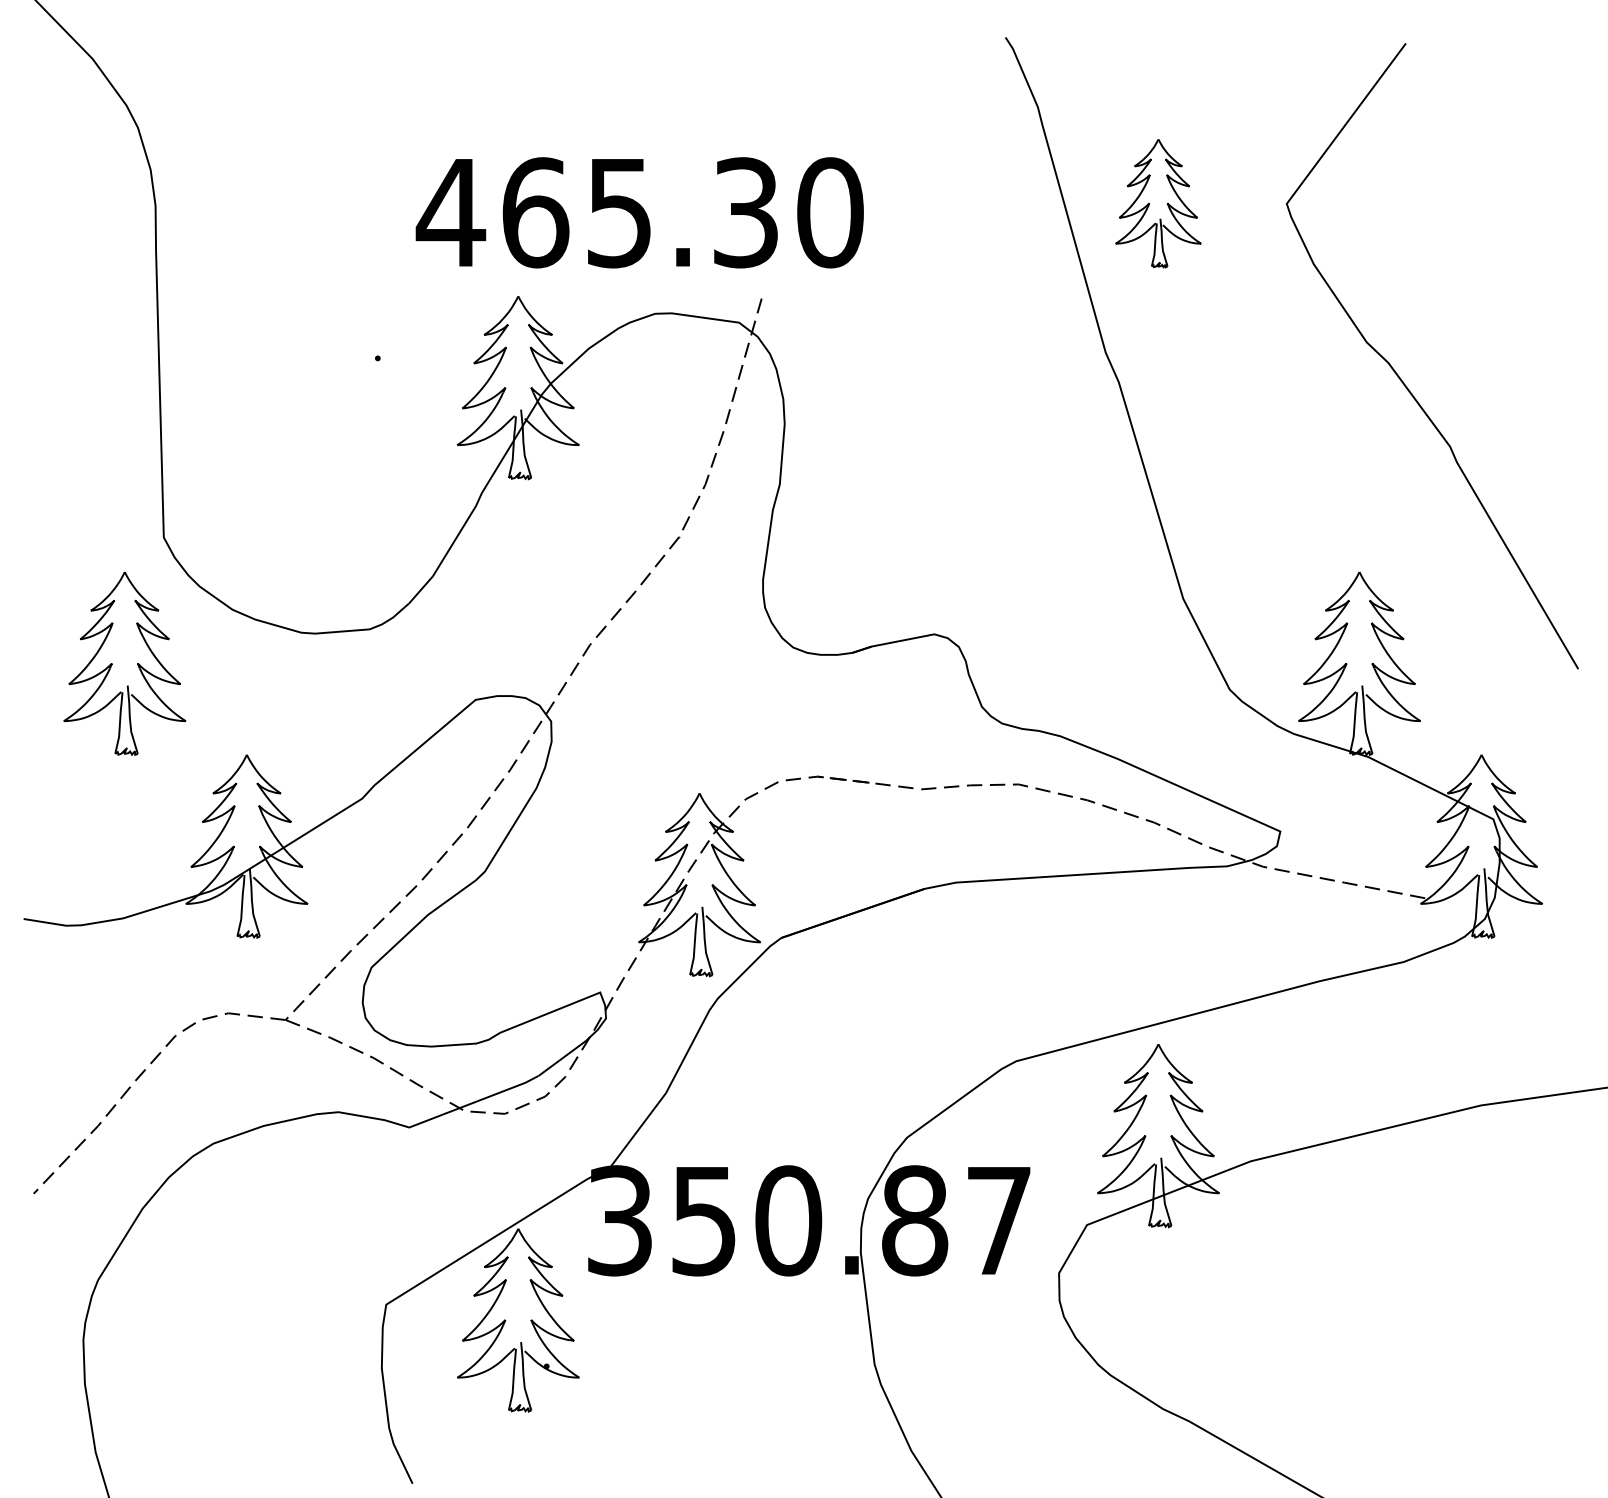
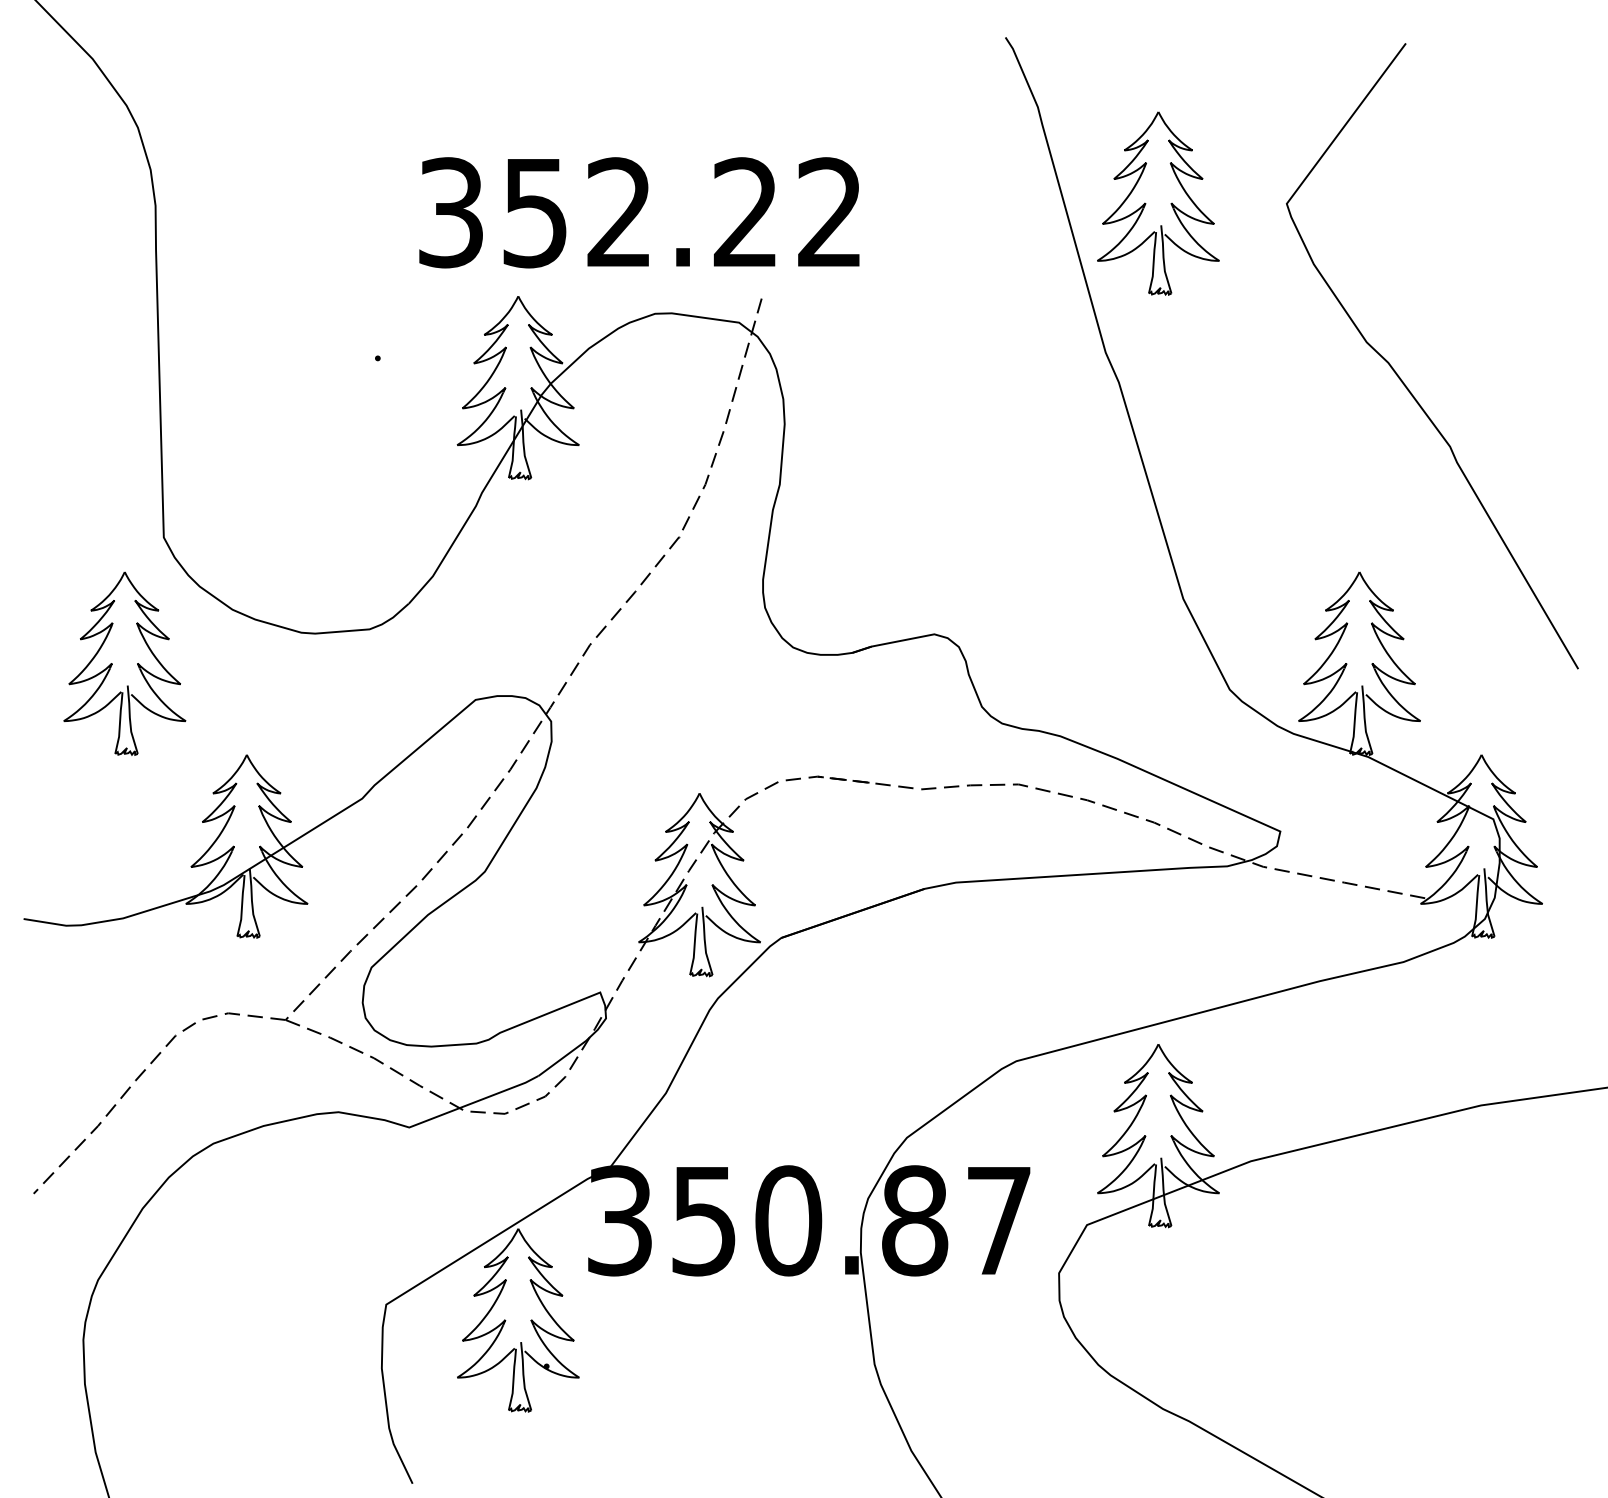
part at (1158, 203) size: 87x130 px -> 123x185 px
text at (639, 212): 465.30 -> 352.22
